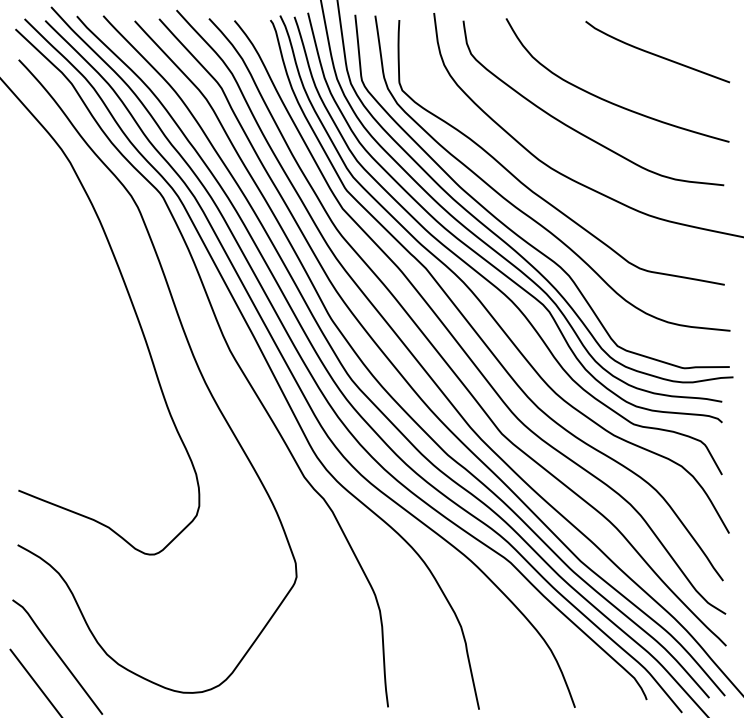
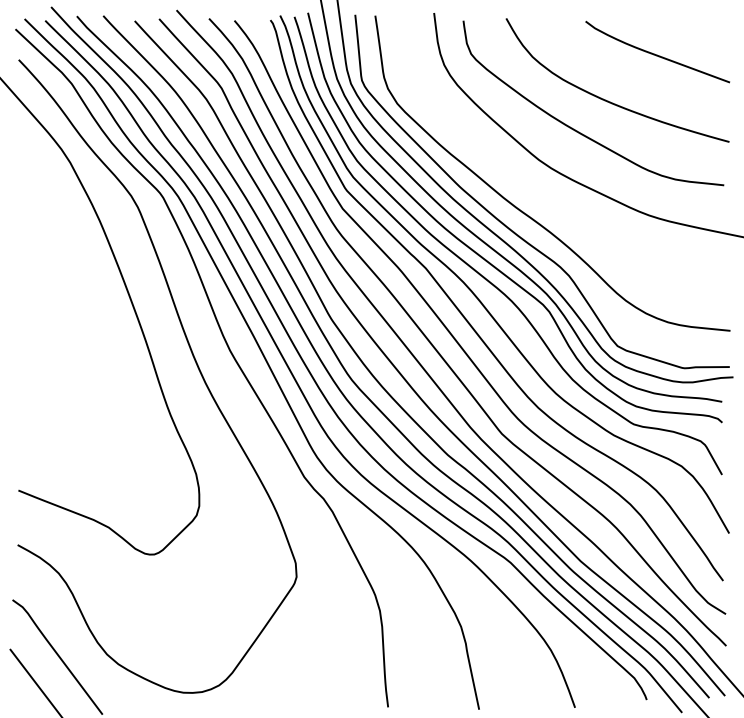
curve at (530, 188): present -> none
